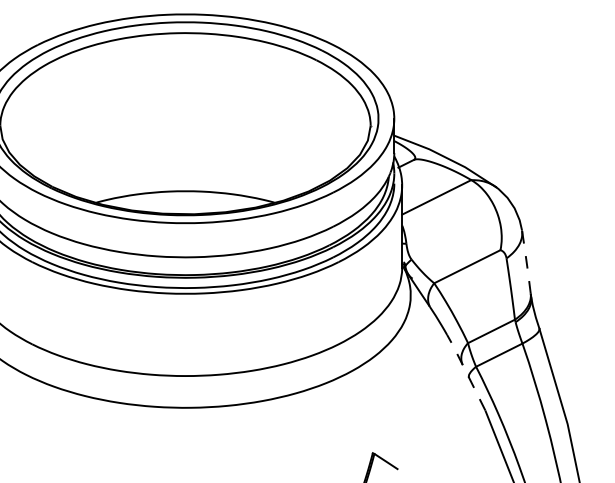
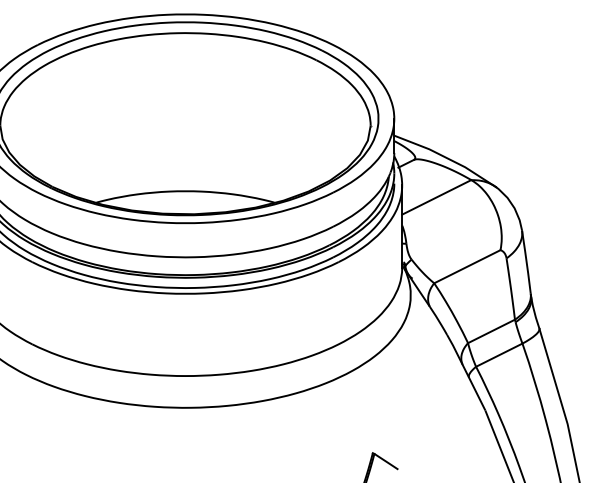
line at (526, 261): dashed -> solid
line at (465, 371): dashed -> solid
